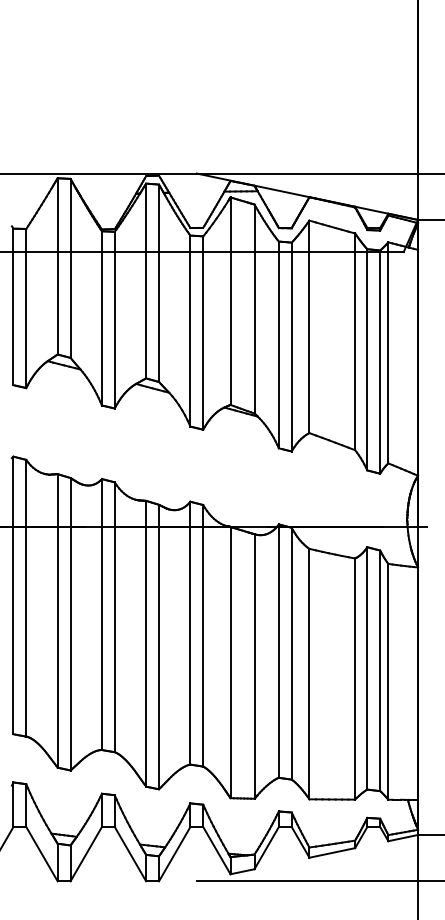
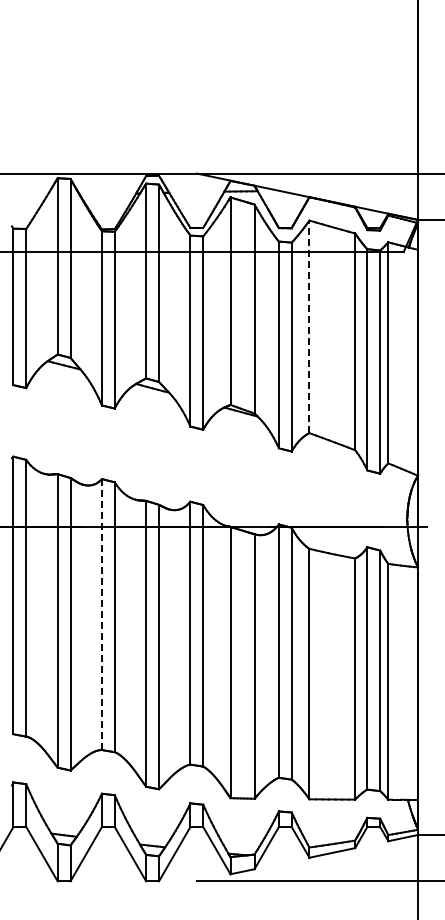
line at (309, 326): solid -> dashed
line at (101, 614): solid -> dashed
